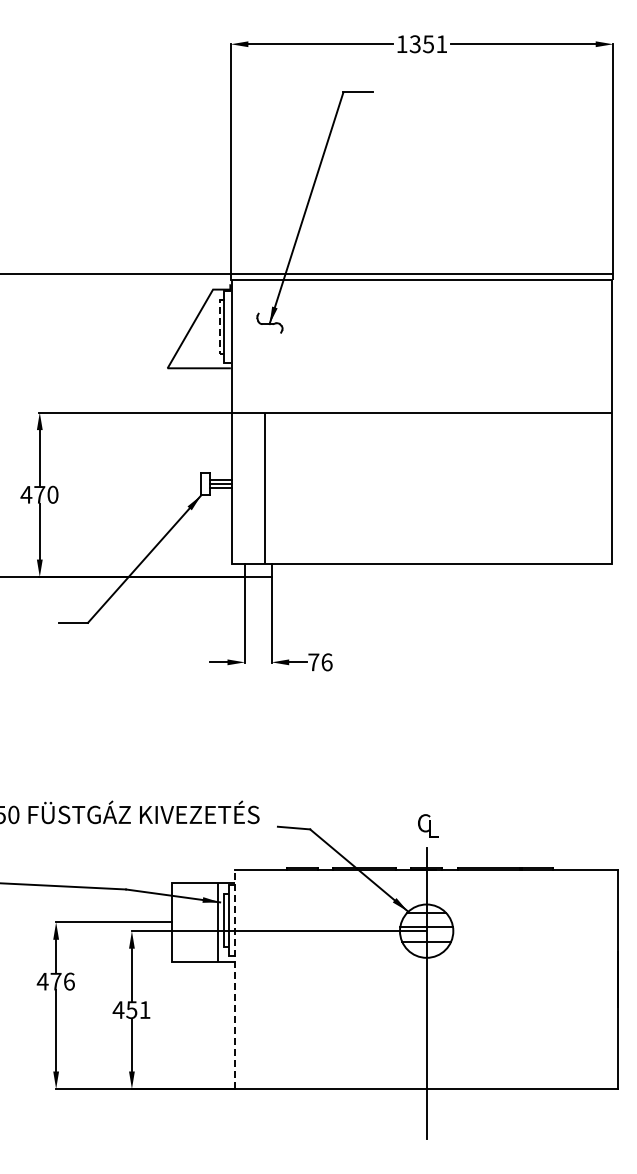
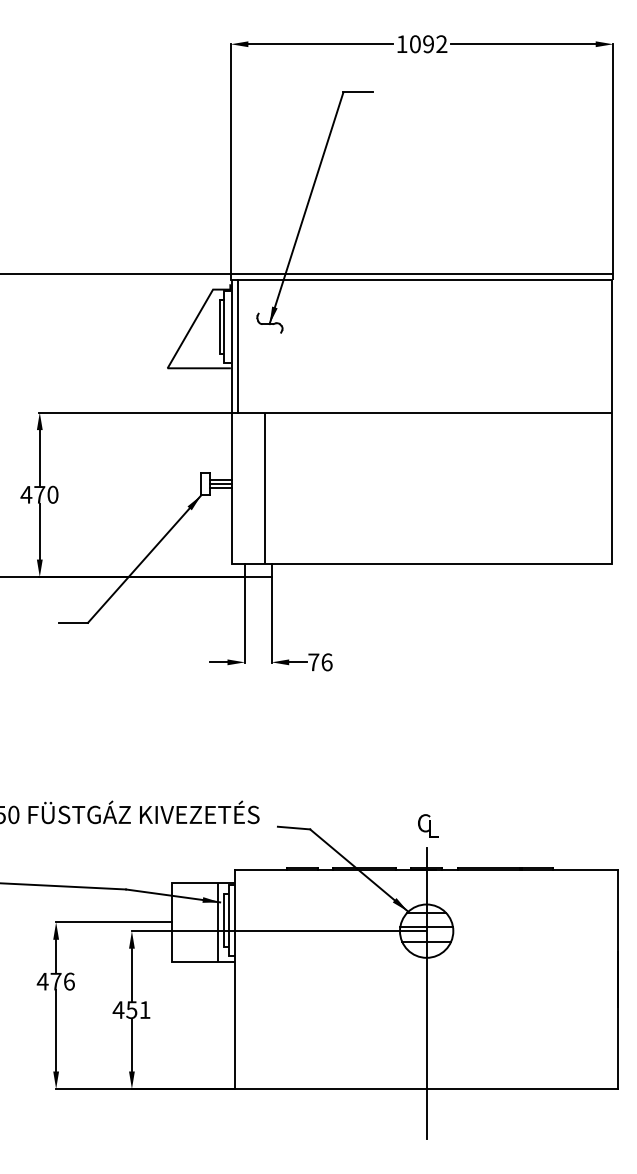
text at (428, 44): 1351 -> 1092
line at (219, 326): dashed -> solid
line at (238, 346): none -> present
line at (235, 979): dashed -> solid
